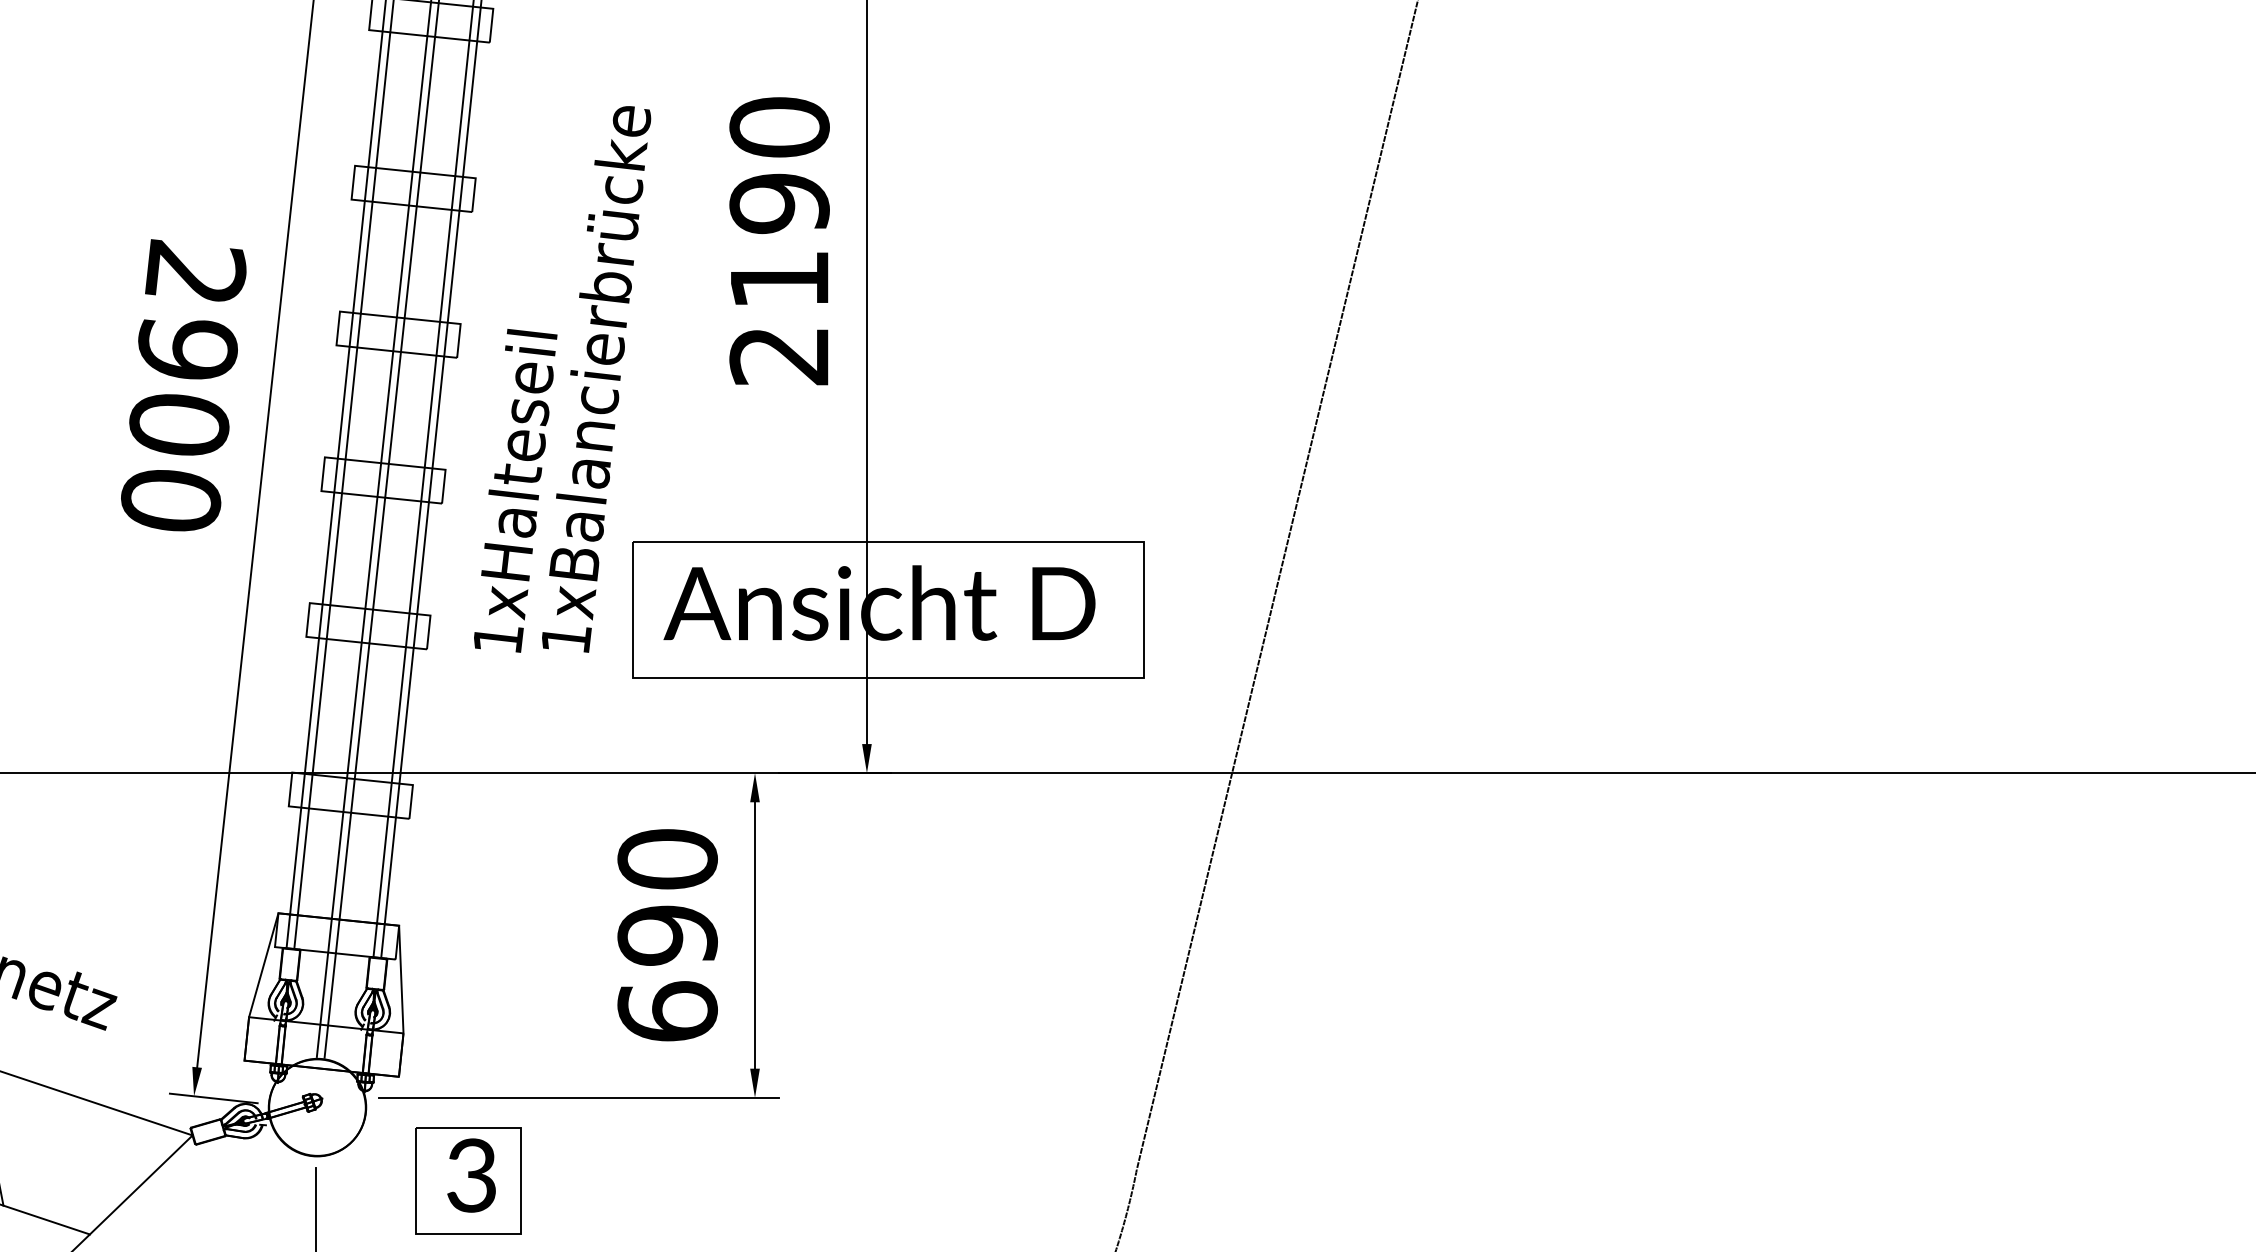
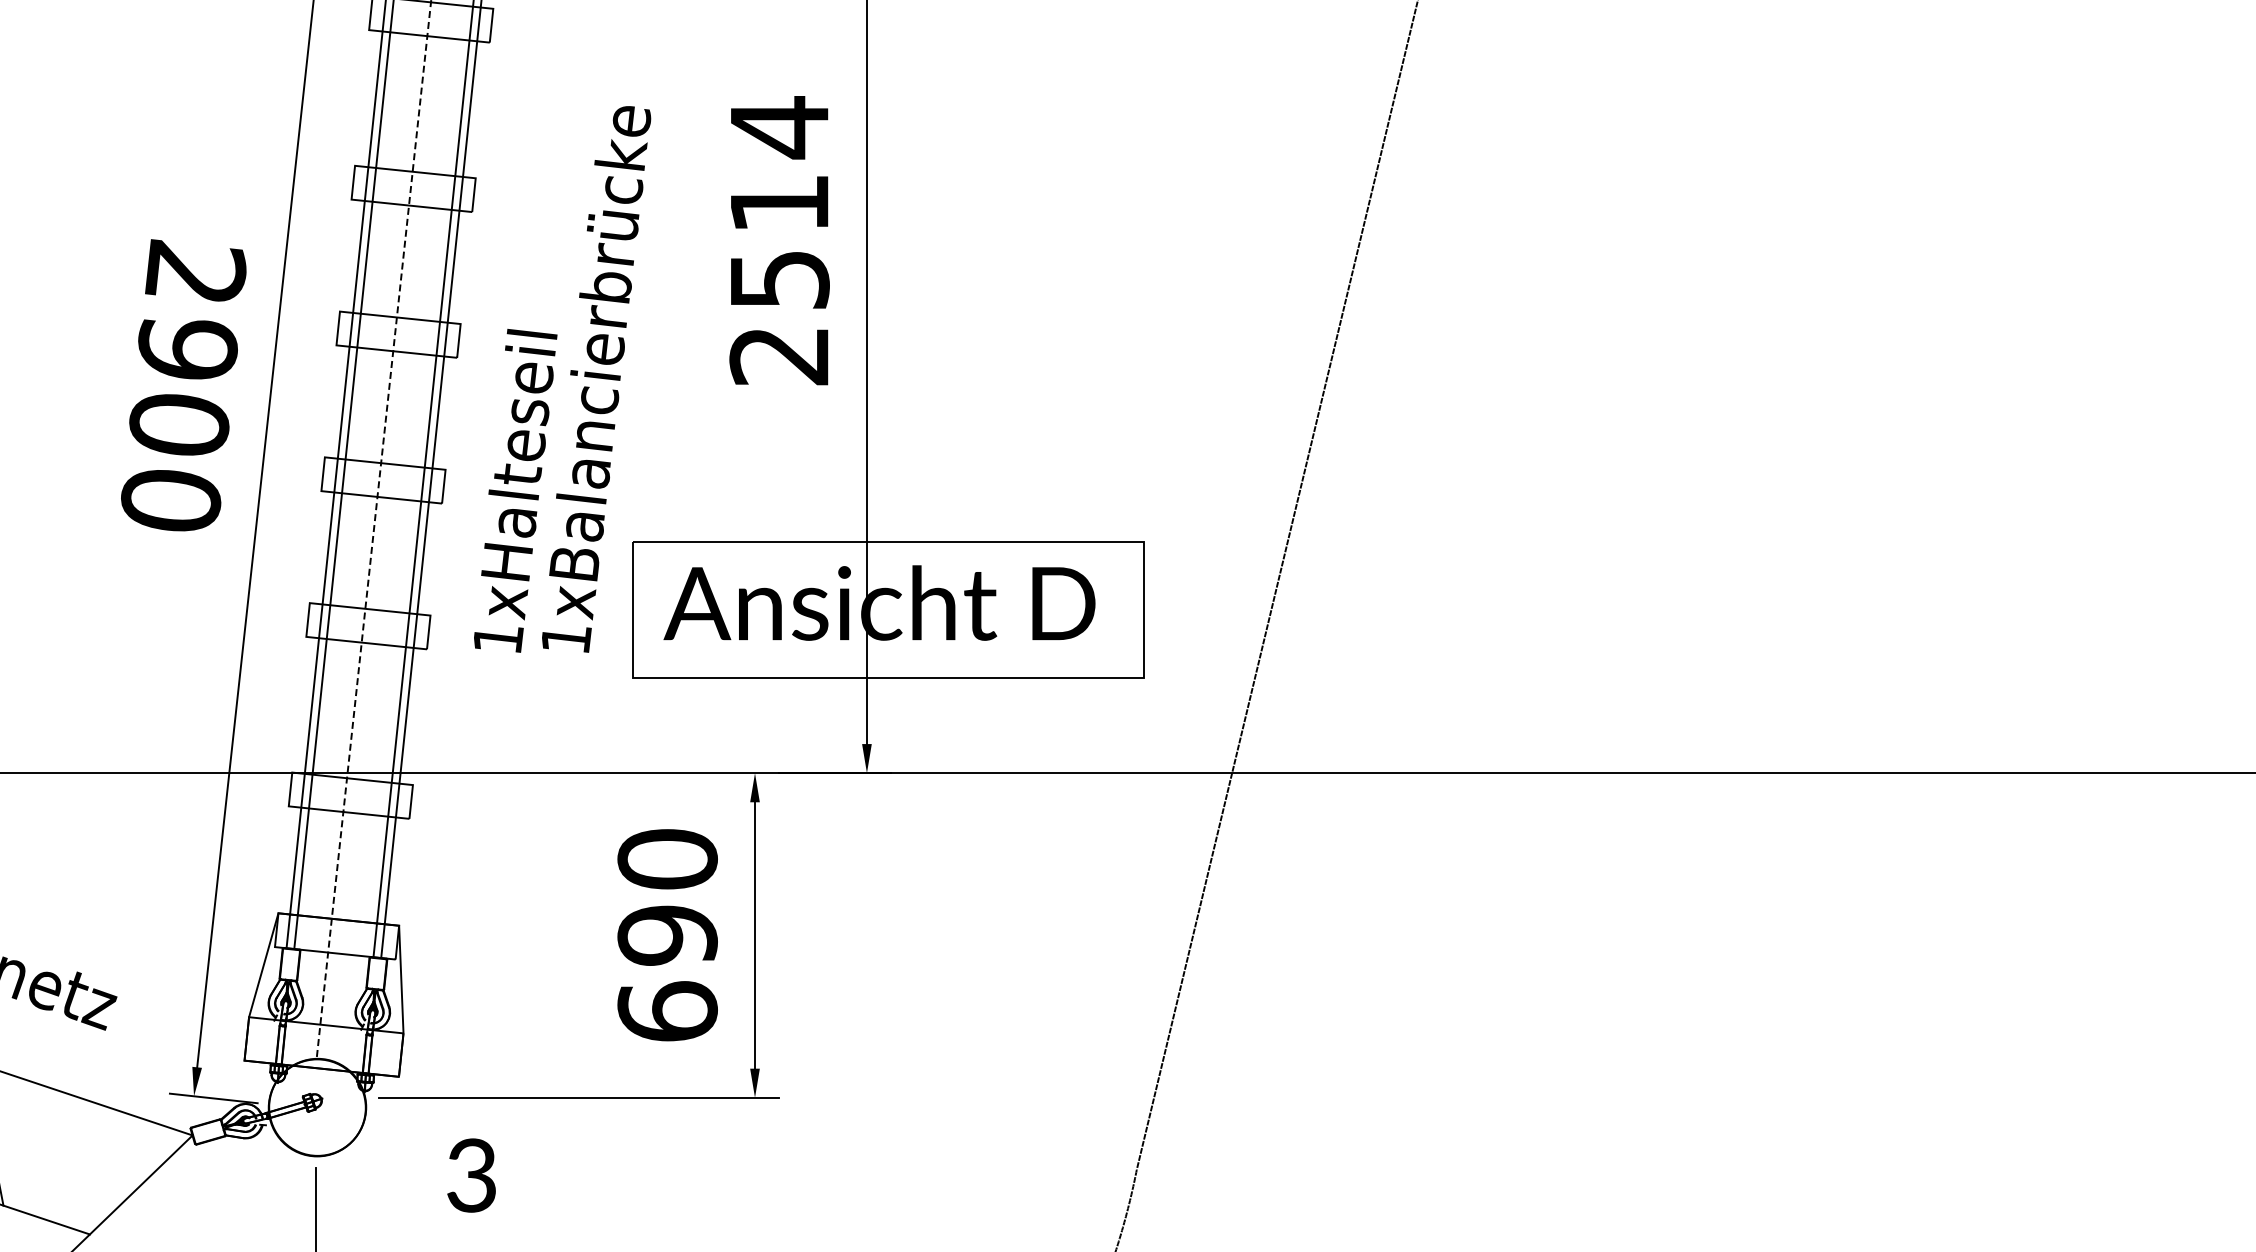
text at (779, 202): 2190 -> 2514
line at (374, 528): solid -> dashed
line at (381, 529): present -> none
part at (468, 1180): present -> none
